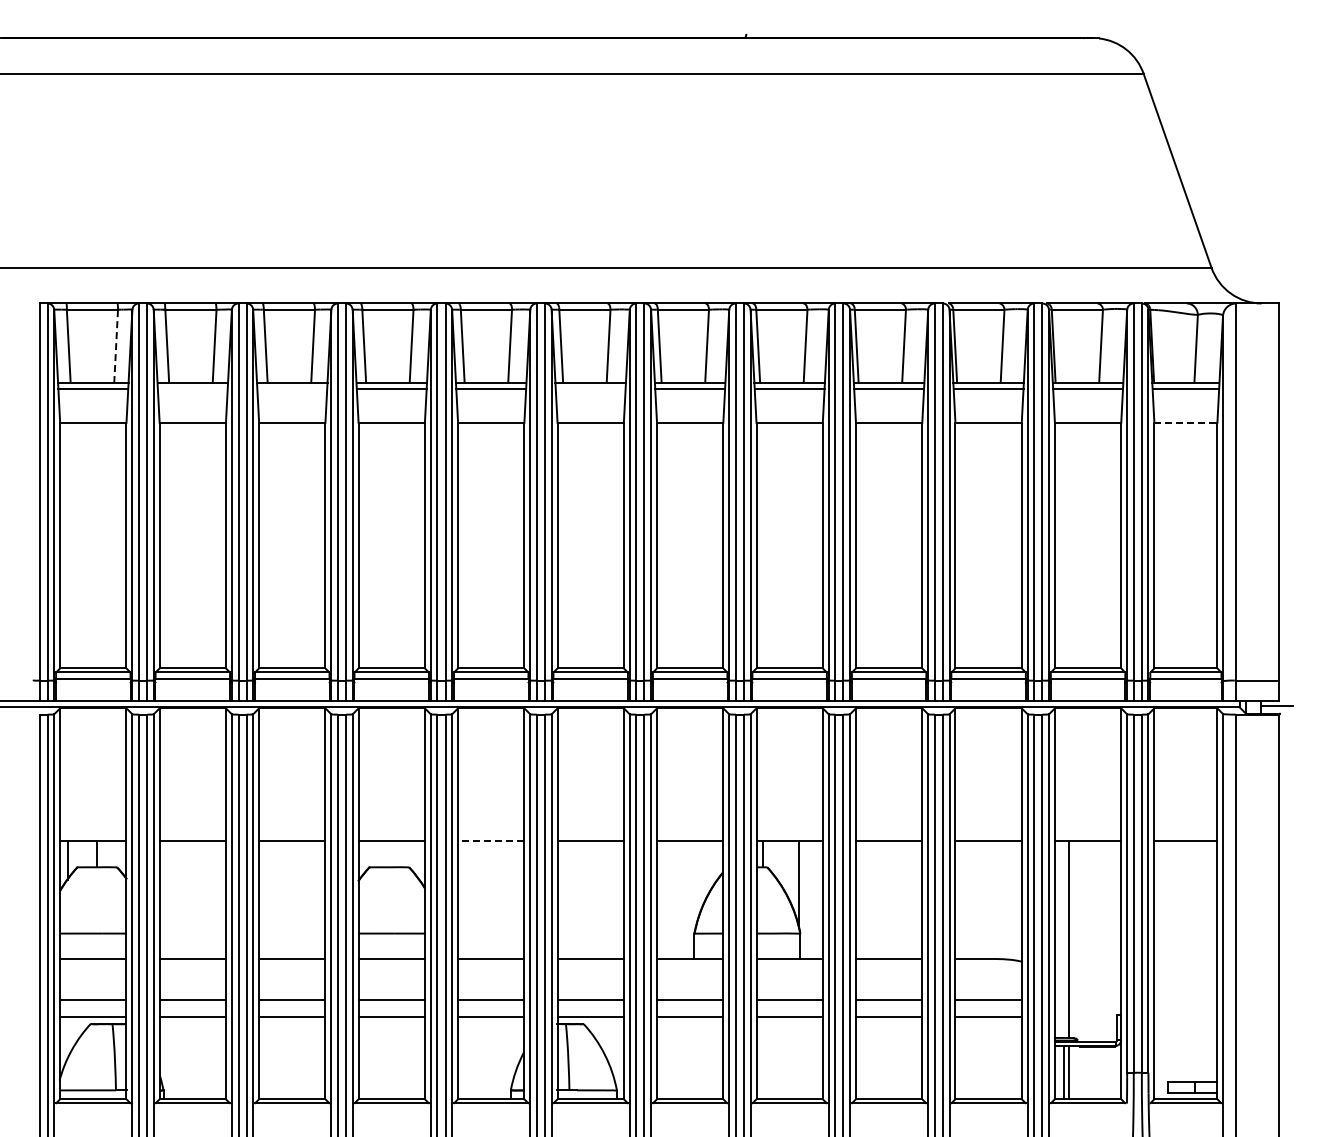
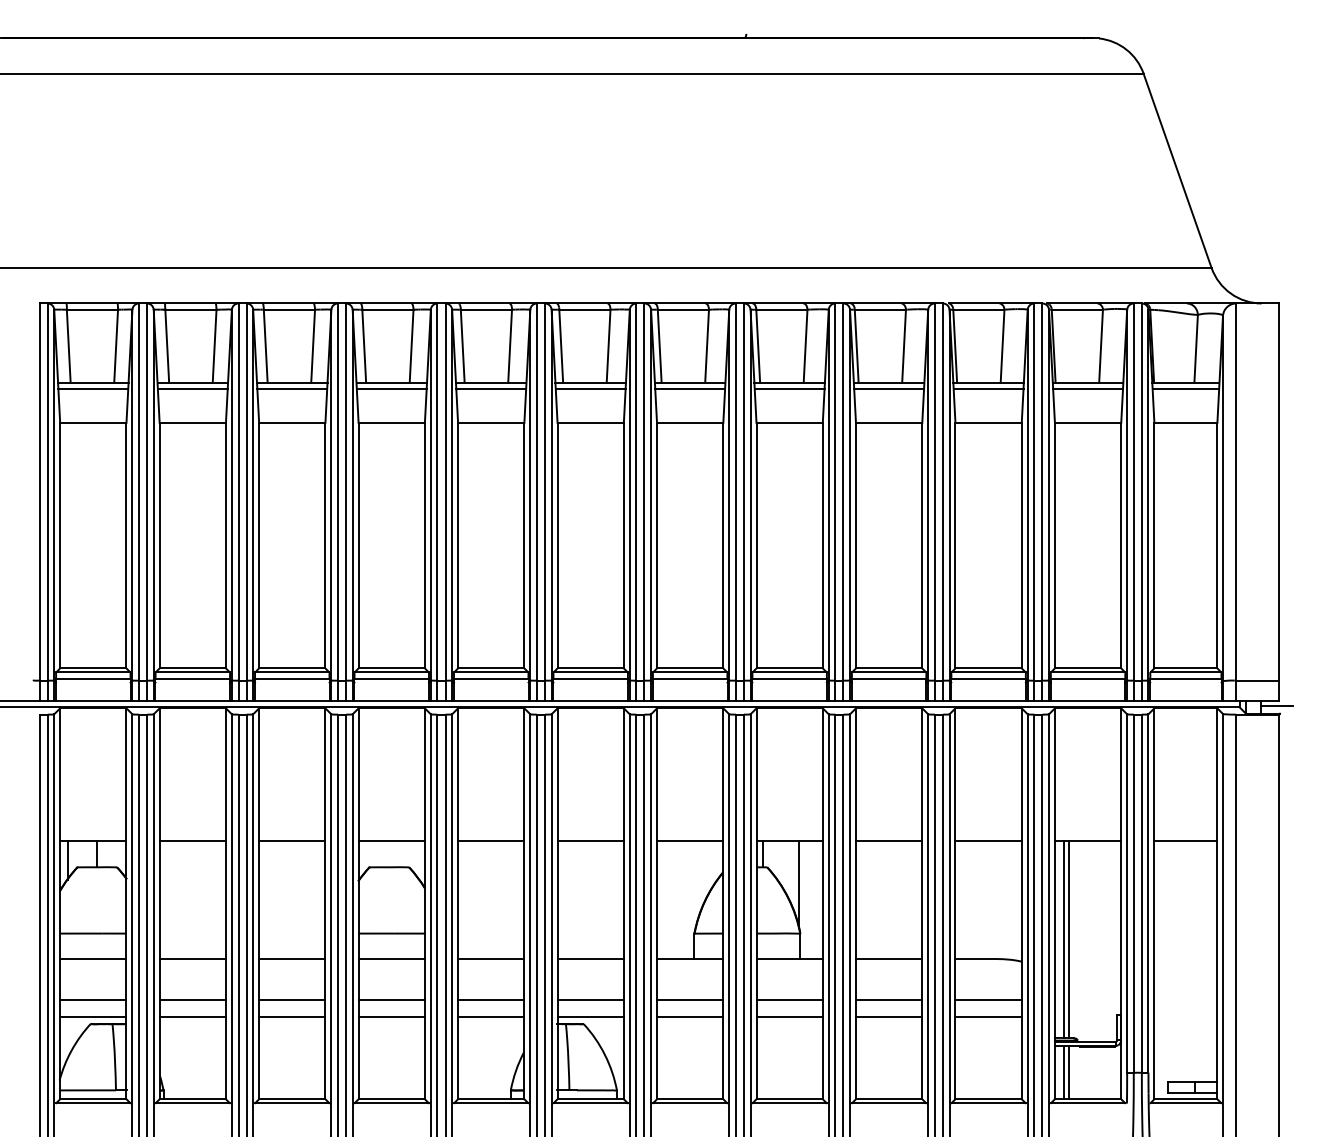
line at (116, 346): dashed -> solid
line at (192, 389): none -> present
line at (292, 389): none -> present
line at (590, 389): none -> present
line at (1185, 422): dashed -> solid
line at (490, 840): dashed -> solid
line at (1063, 938): none -> present
